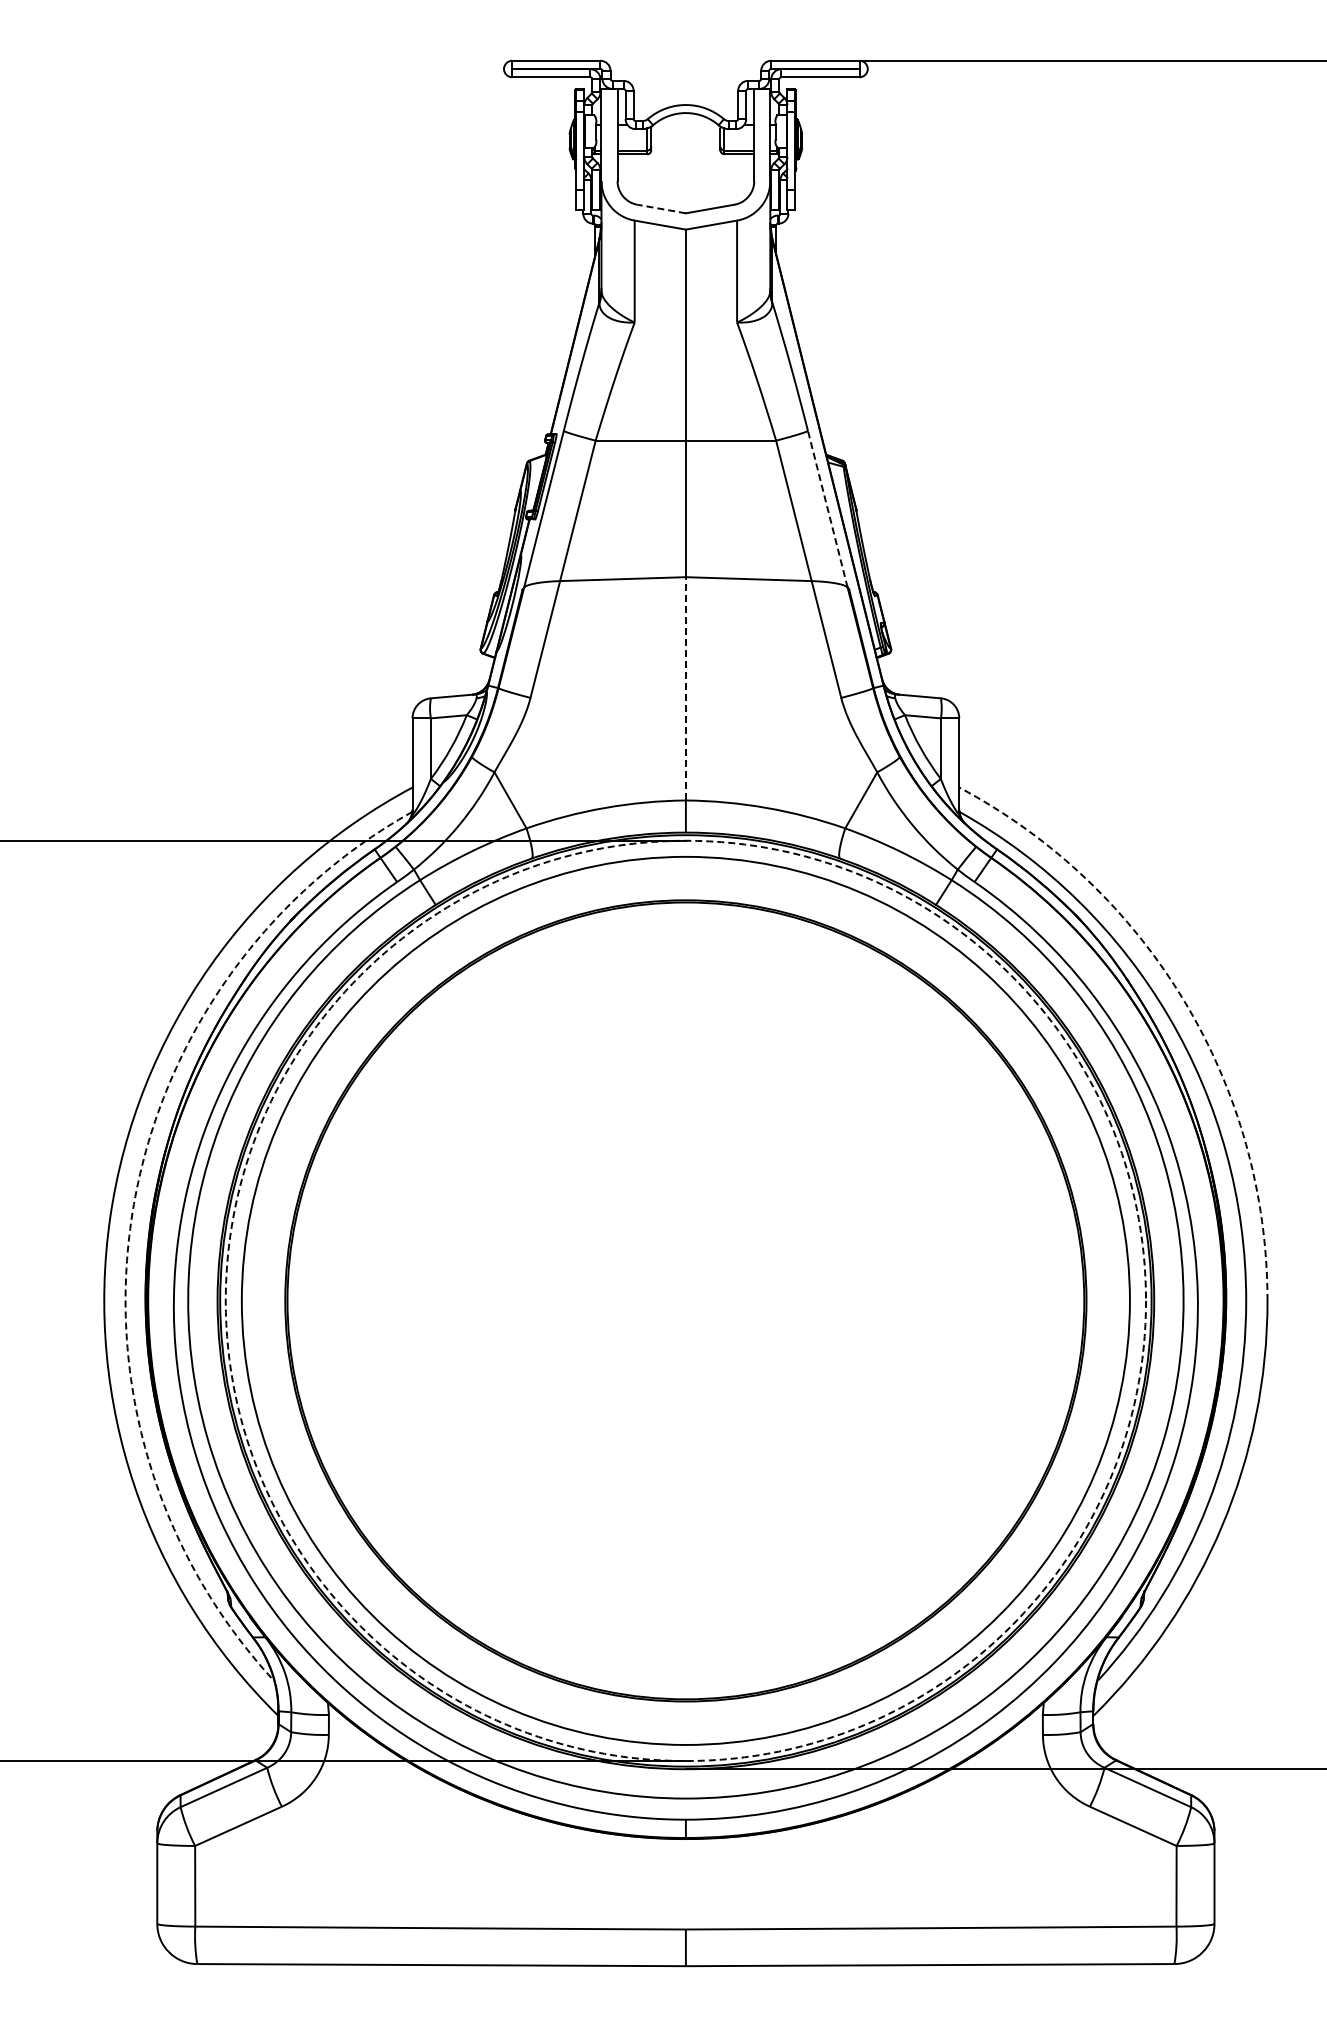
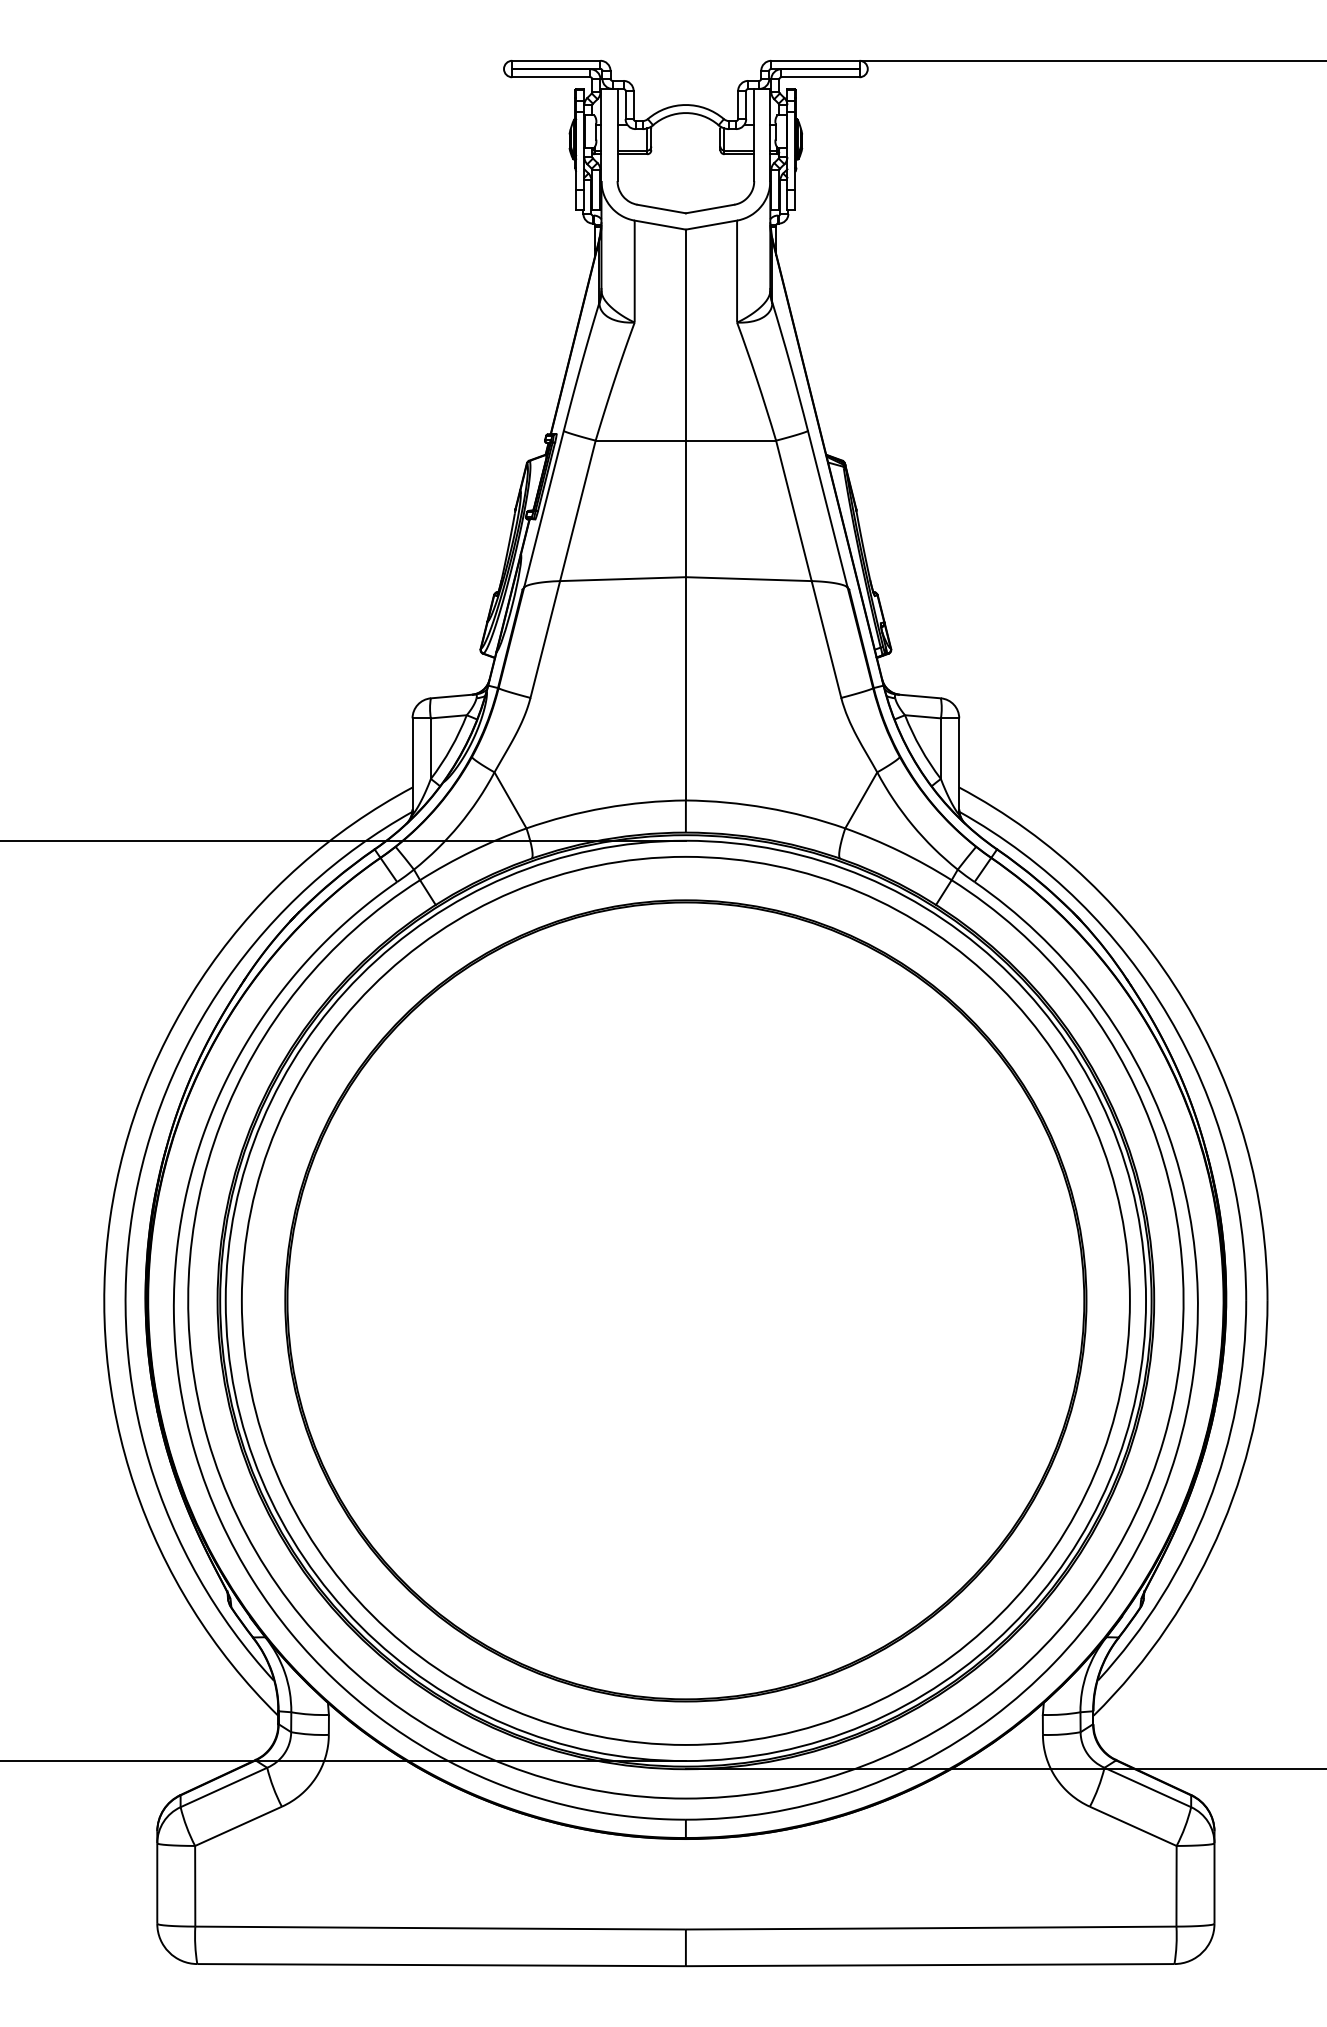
line at (661, 209): dashed -> solid
line at (827, 509): dashed -> solid
line at (685, 688): dashed -> solid
arc at (1184, 1001): dashed -> solid
arc at (132, 1212): dashed -> solid
circle at (685, 1300): dashed -> solid
